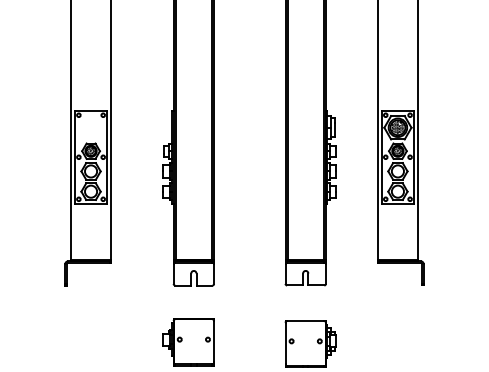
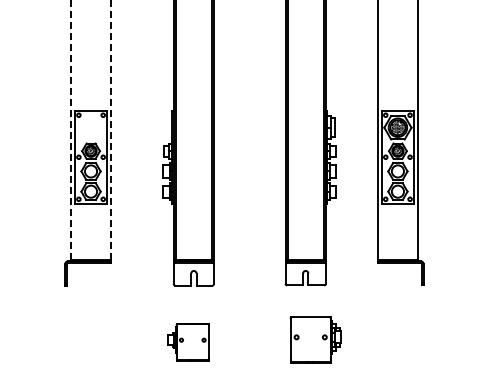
line at (70, 130): solid -> dashed
line at (111, 130): solid -> dashed
part at (188, 342) size: 53x49 px -> 43x39 px
part at (310, 343) position: (310, 343) -> (315, 339)
